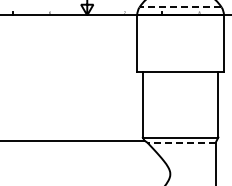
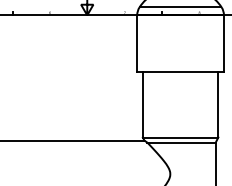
line at (180, 7): dashed -> solid
line at (181, 142): dashed -> solid
